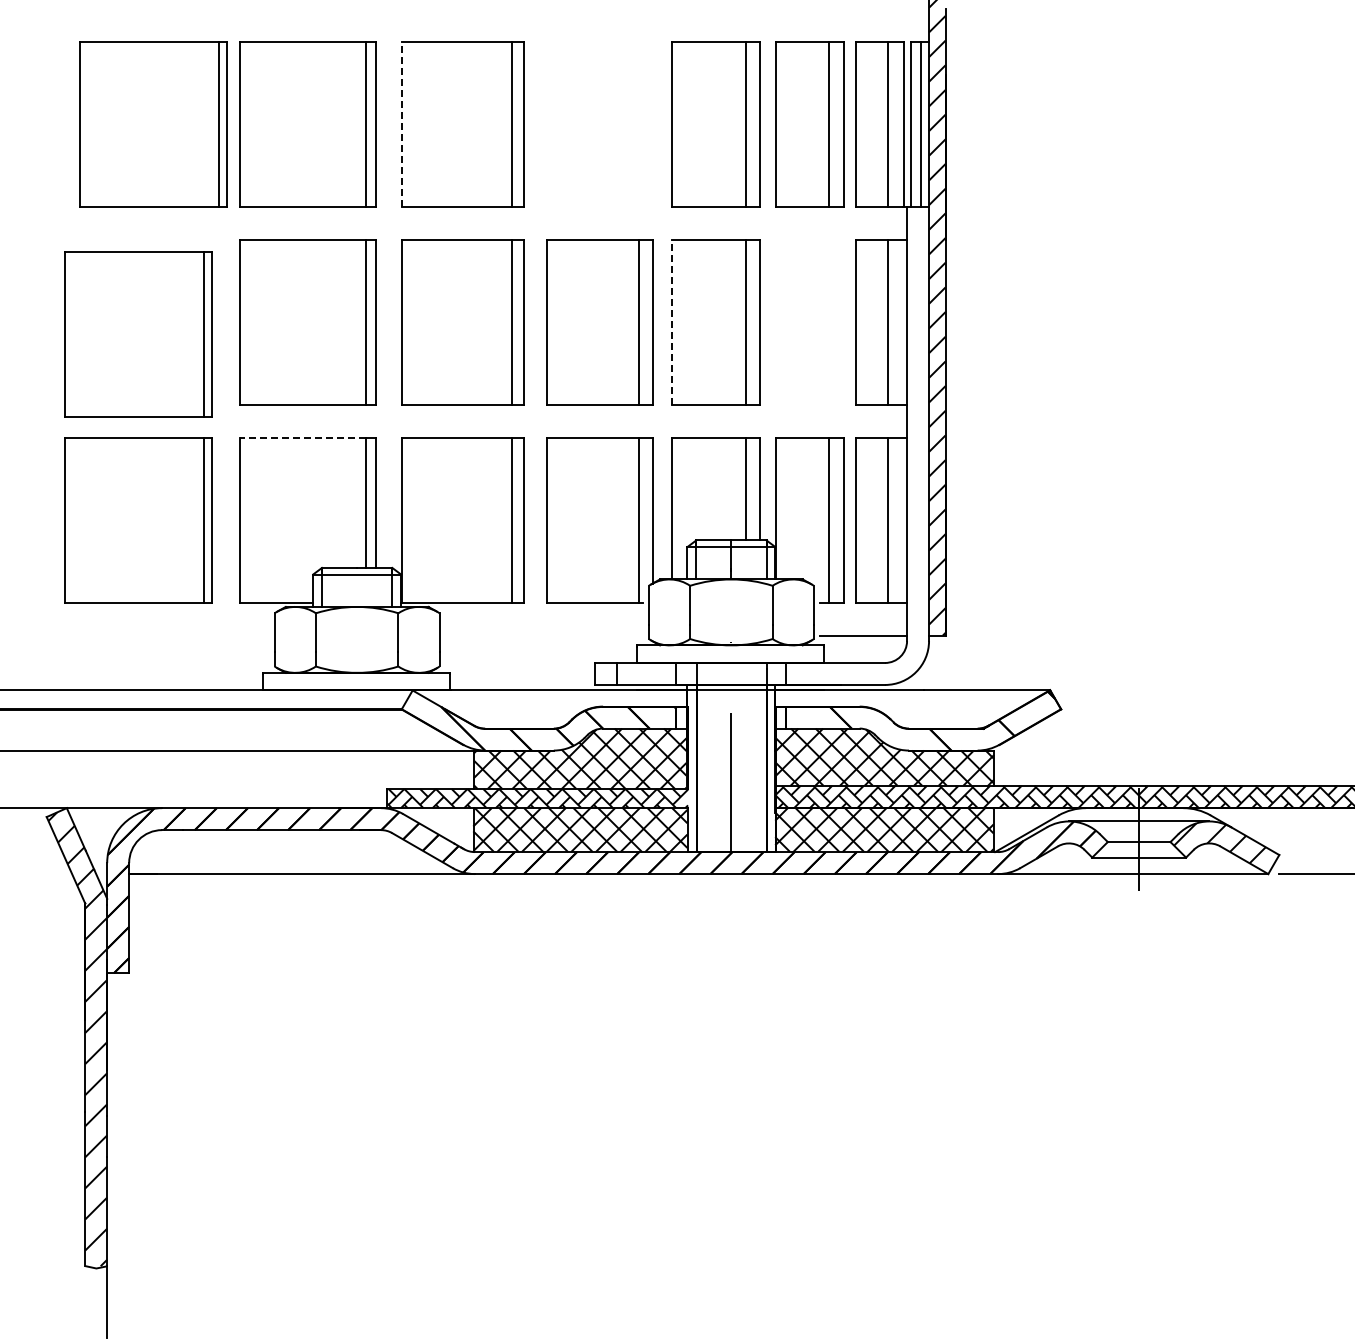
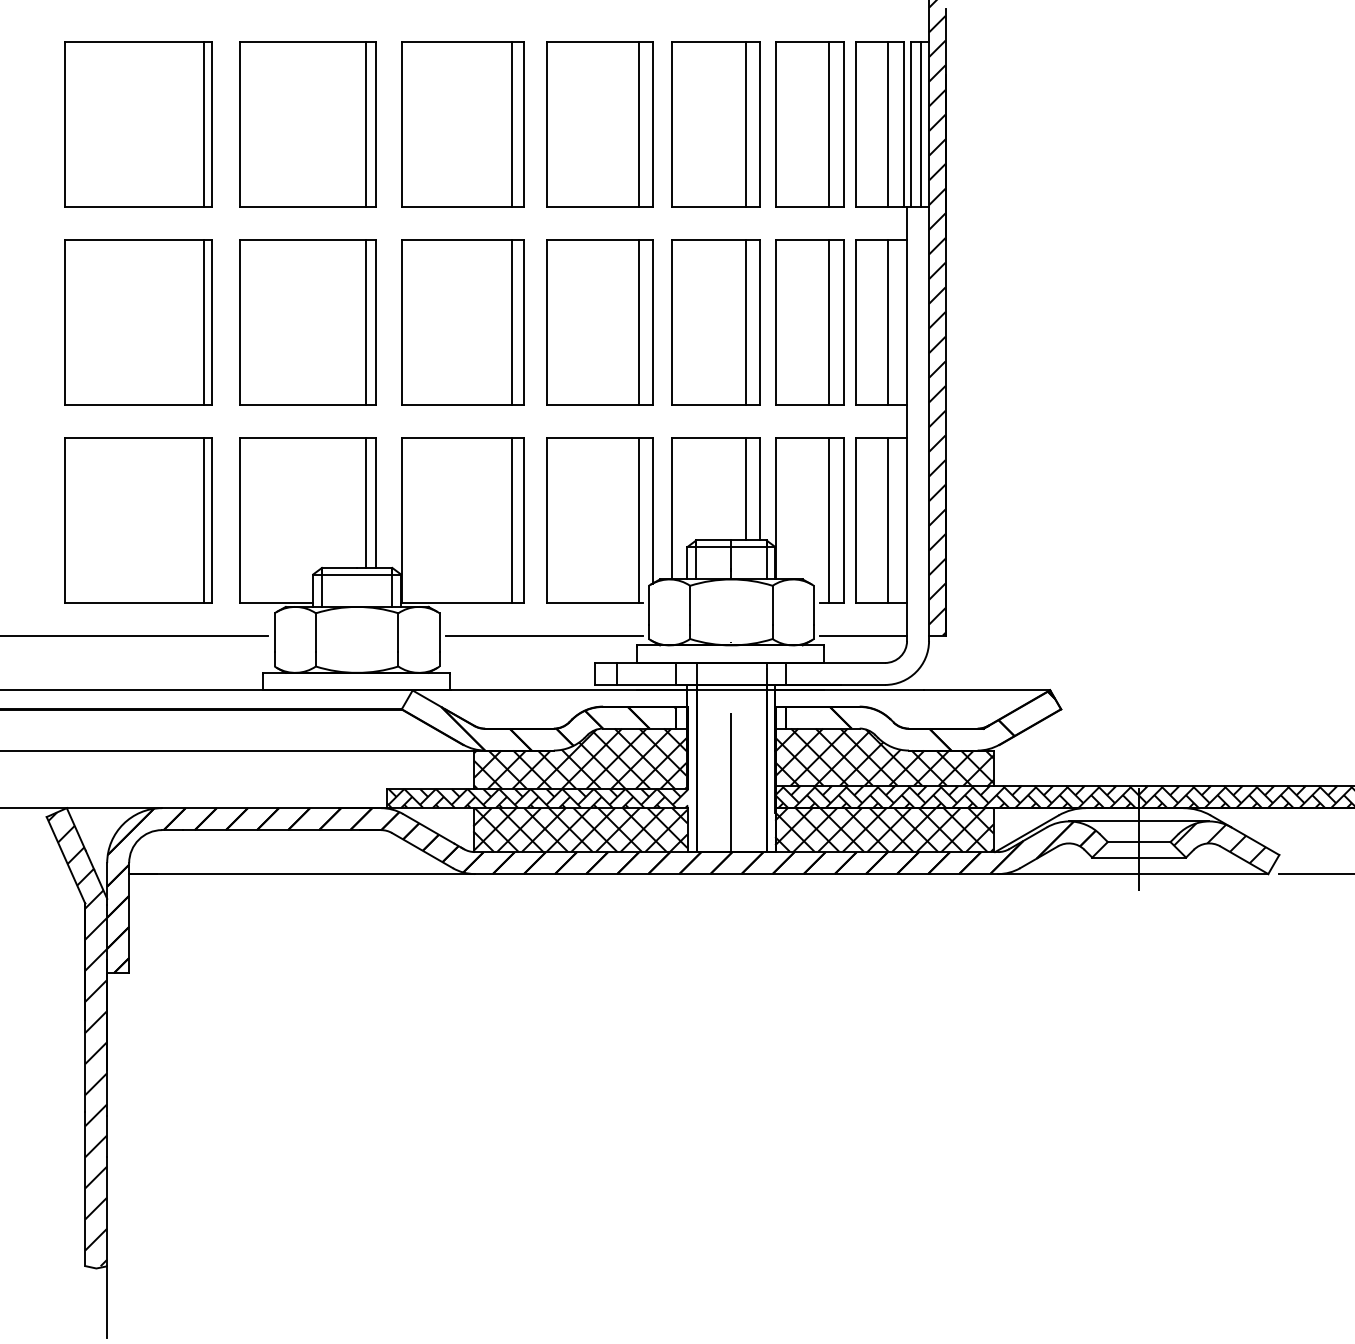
line at (401, 123): dashed -> solid
part at (153, 124) position: (153, 124) -> (138, 124)
part at (599, 124): none -> present
line at (671, 321): dashed -> solid
part at (809, 322): none -> present
part at (138, 334) position: (138, 334) -> (138, 322)
line at (303, 437): dashed -> solid
line at (135, 635): none -> present
line at (544, 635): none -> present
